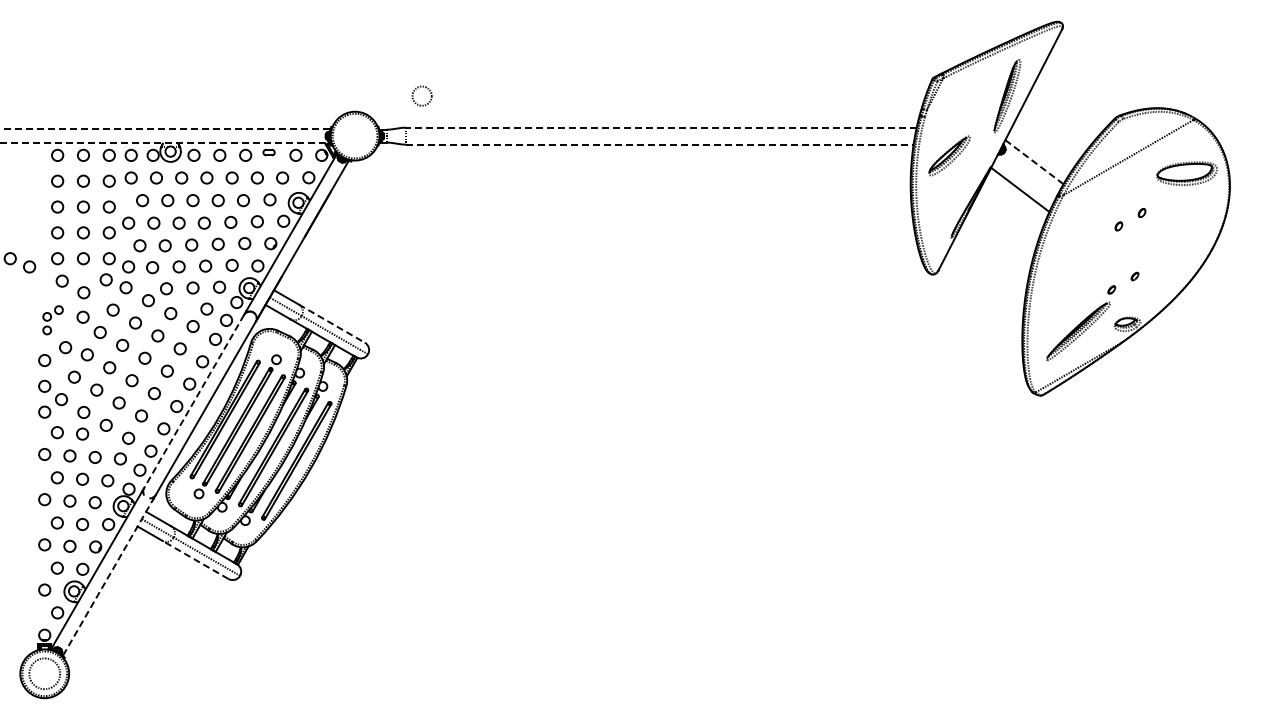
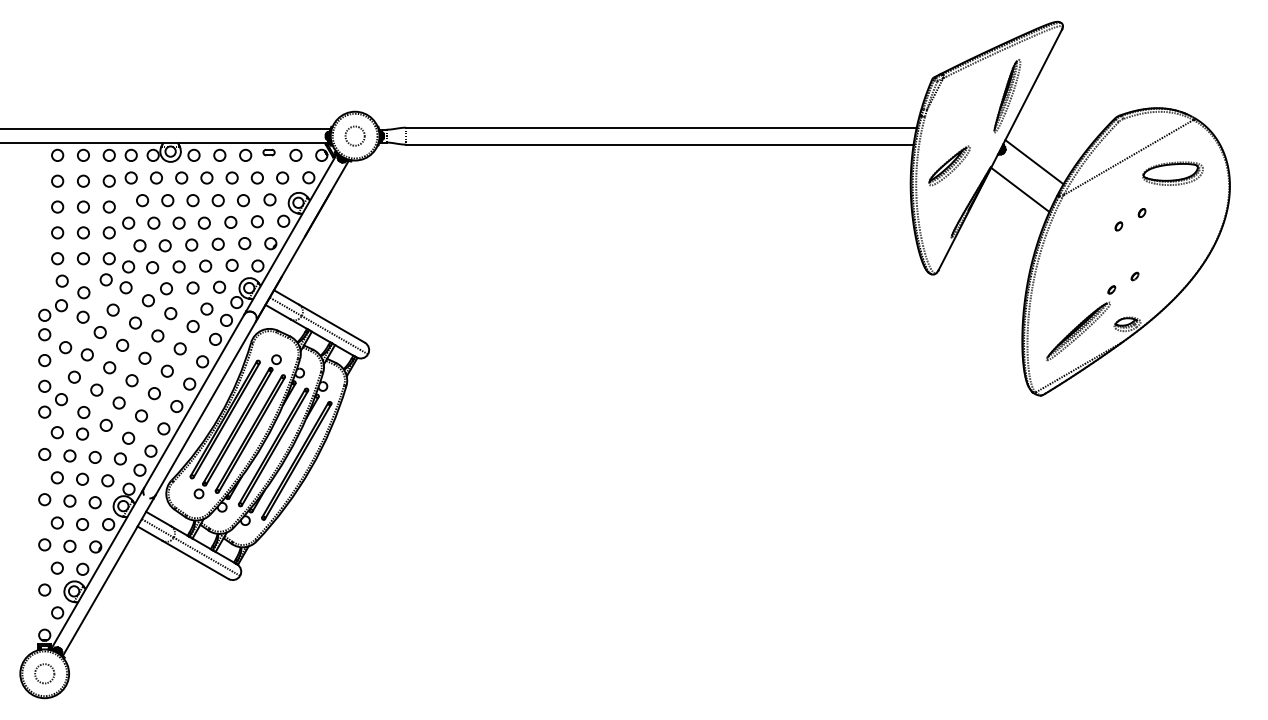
circle at (421, 95) position: (421, 95) -> (354, 135)
line at (660, 127): dashed -> solid
line at (165, 129): dashed -> solid
line at (165, 142): dashed -> solid
line at (659, 144): dashed -> solid
part at (949, 155) position: (949, 155) -> (949, 165)
line at (1034, 161): dashed -> solid
part at (1186, 173) position: (1186, 173) -> (1172, 173)
part at (19, 262): present -> none
part at (52, 320) size: 22x31 px -> 30x43 px
line at (332, 323): dashed -> solid
line at (193, 402): dashed -> solid
line at (194, 559): dashed -> solid
line at (108, 576): dashed -> solid
circle at (44, 673) diameter: 31 px -> 19 px
